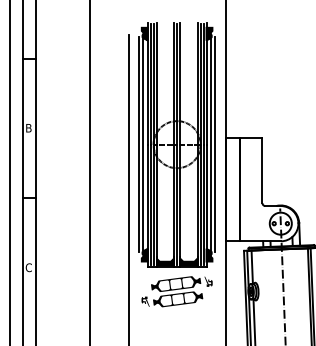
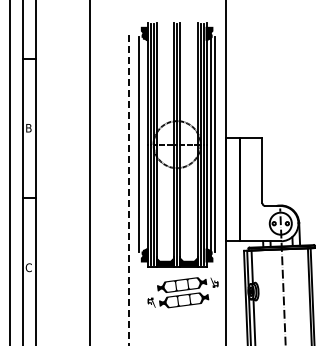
line at (143, 144): present -> none
line at (128, 190): solid -> dashed
part at (176, 291) position: (176, 291) -> (182, 292)
